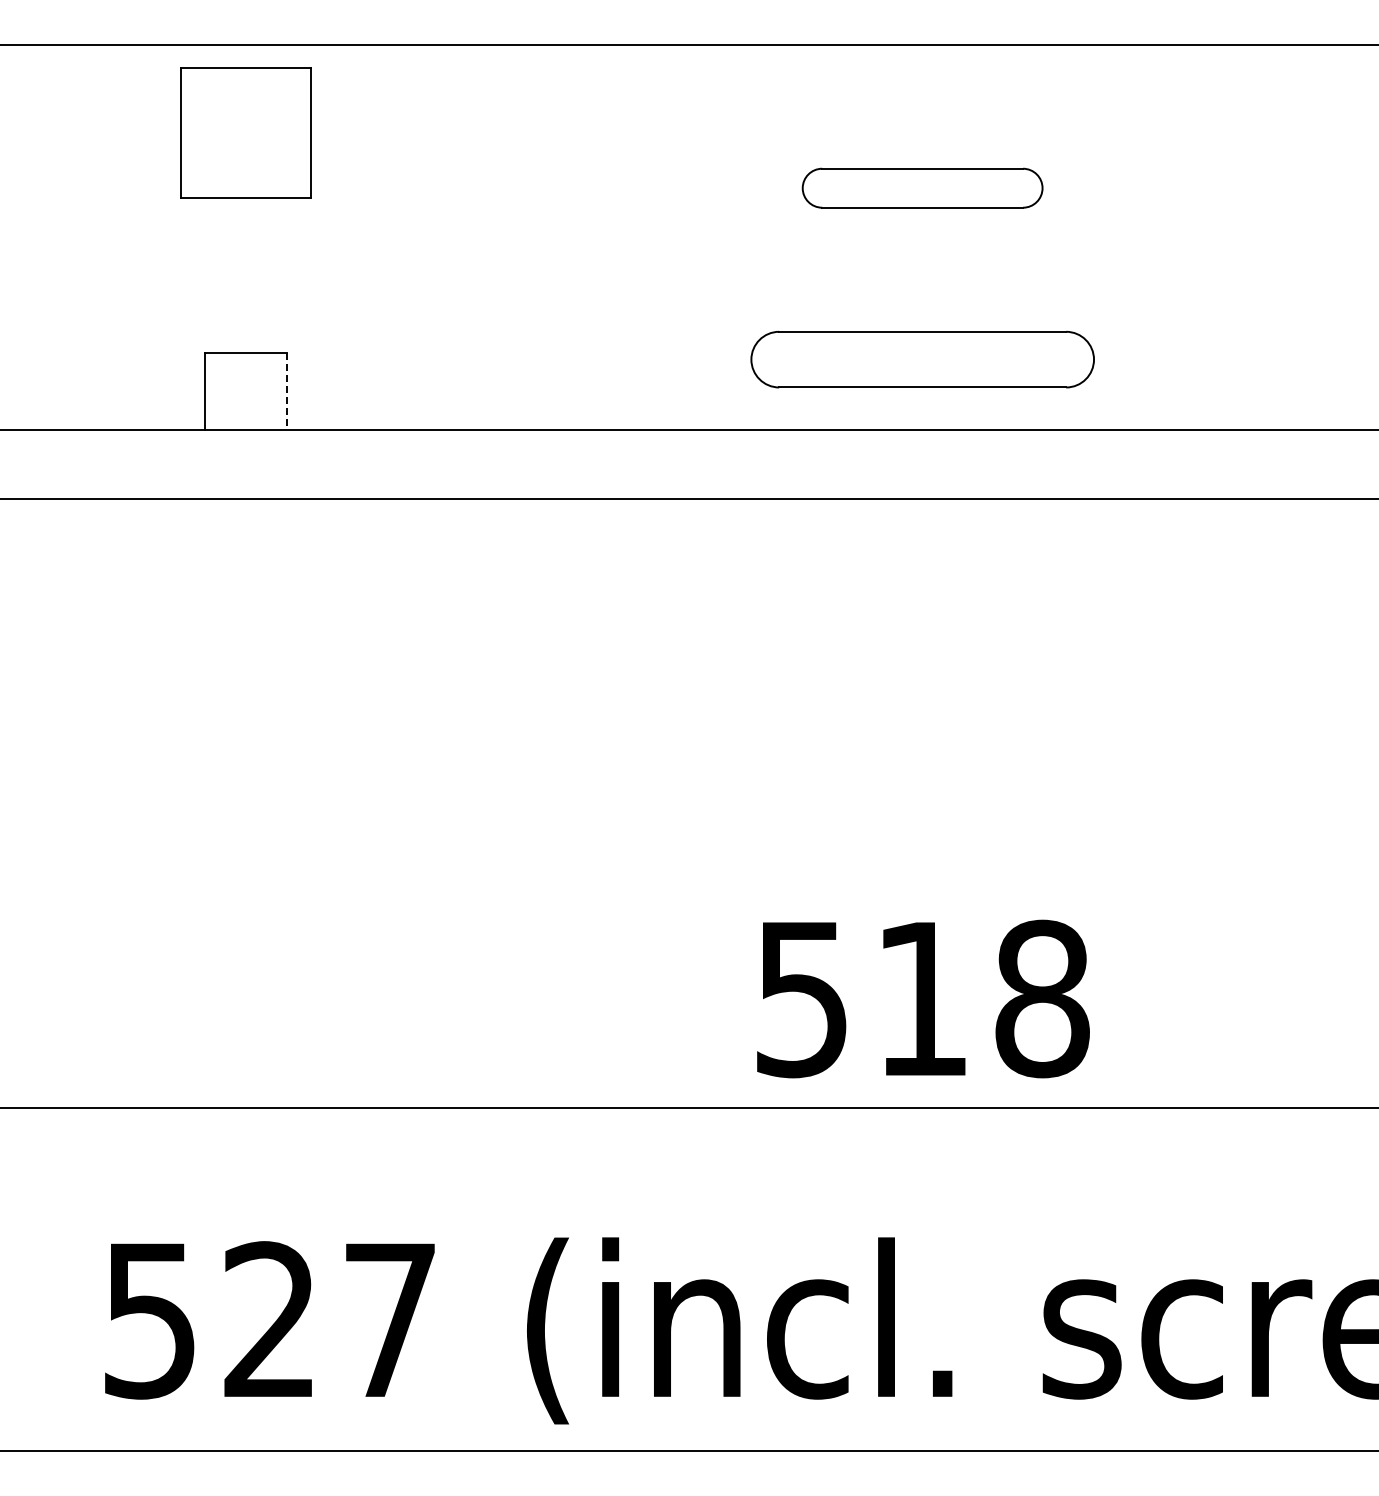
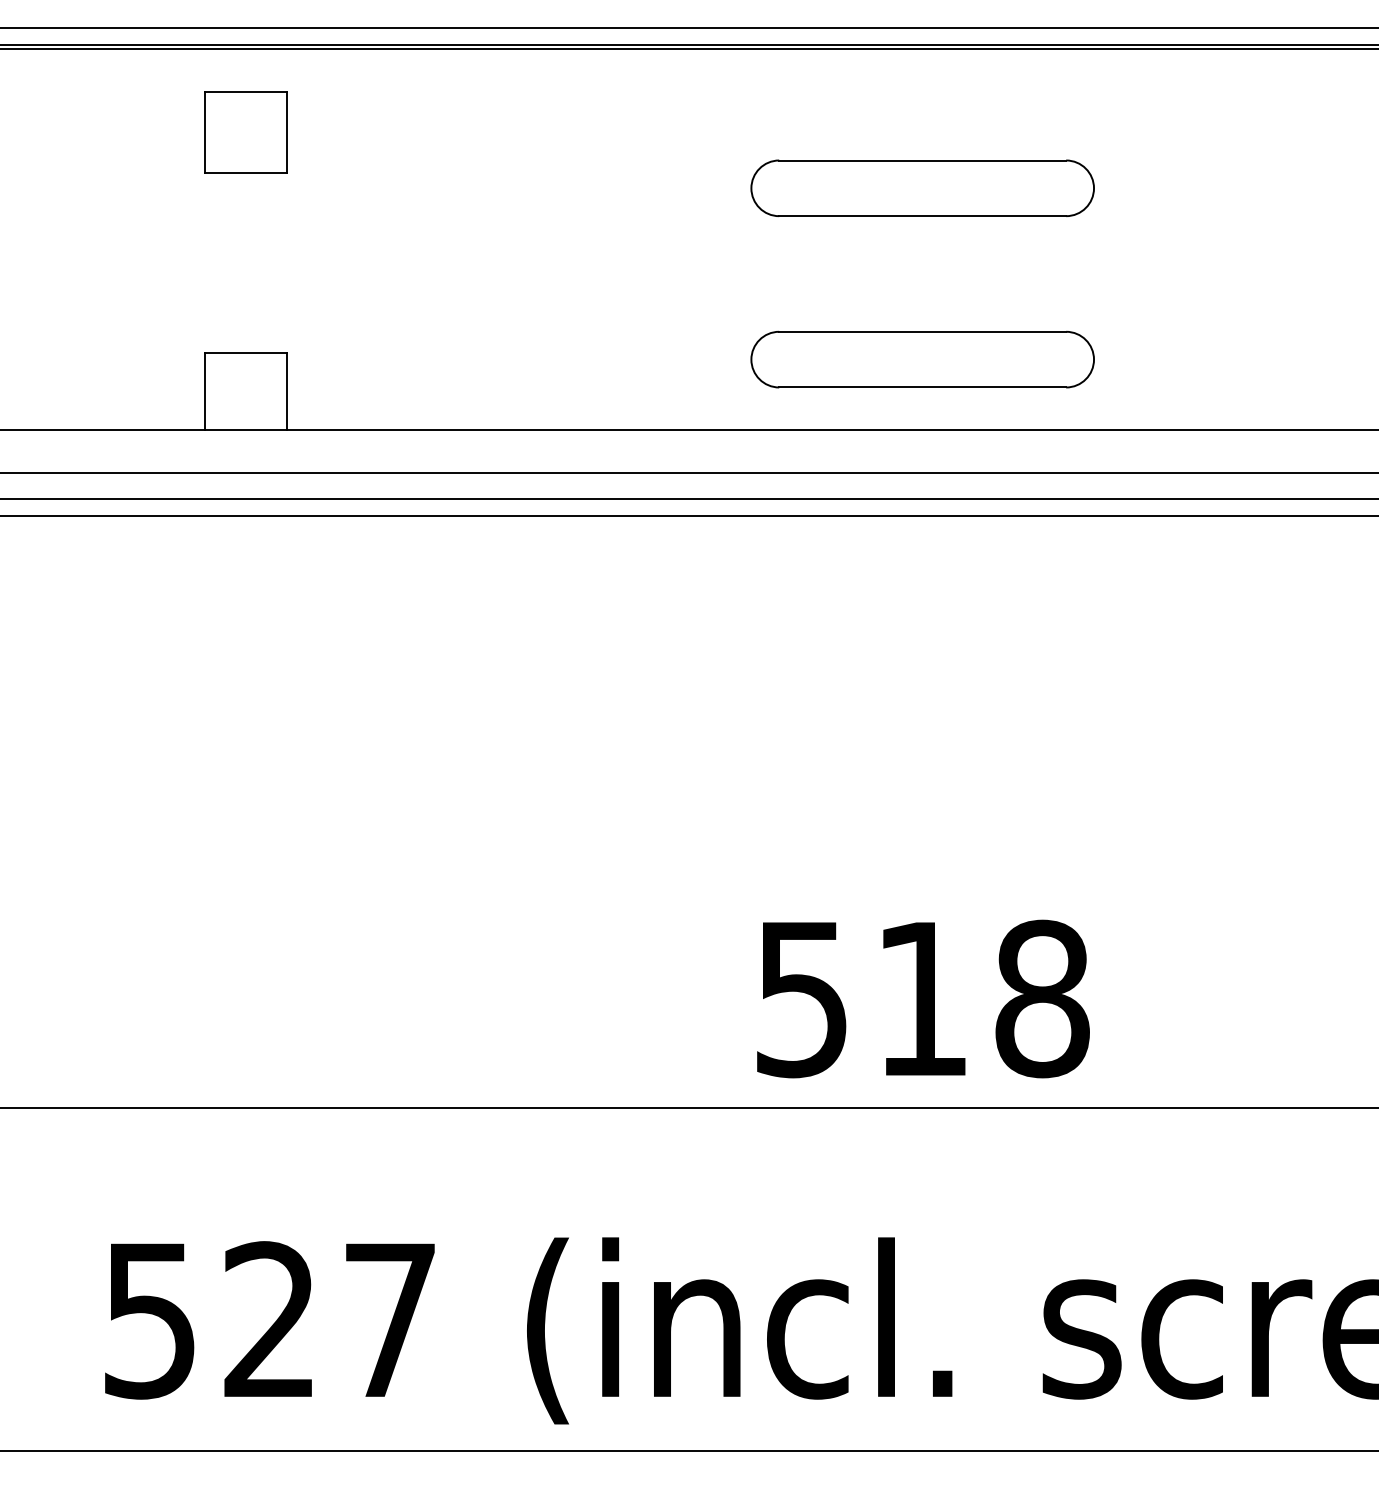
line at (688, 27): none -> present
line at (688, 49): none -> present
part at (245, 132) size: 132x132 px -> 84x83 px
part at (922, 187) size: 243x42 px -> 345x58 px
line at (286, 391): dashed -> solid
line at (688, 473): none -> present
line at (688, 515): none -> present
